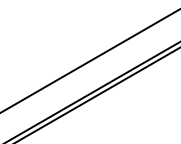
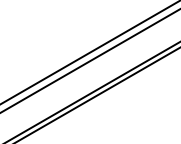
line at (89, 52): none -> present
